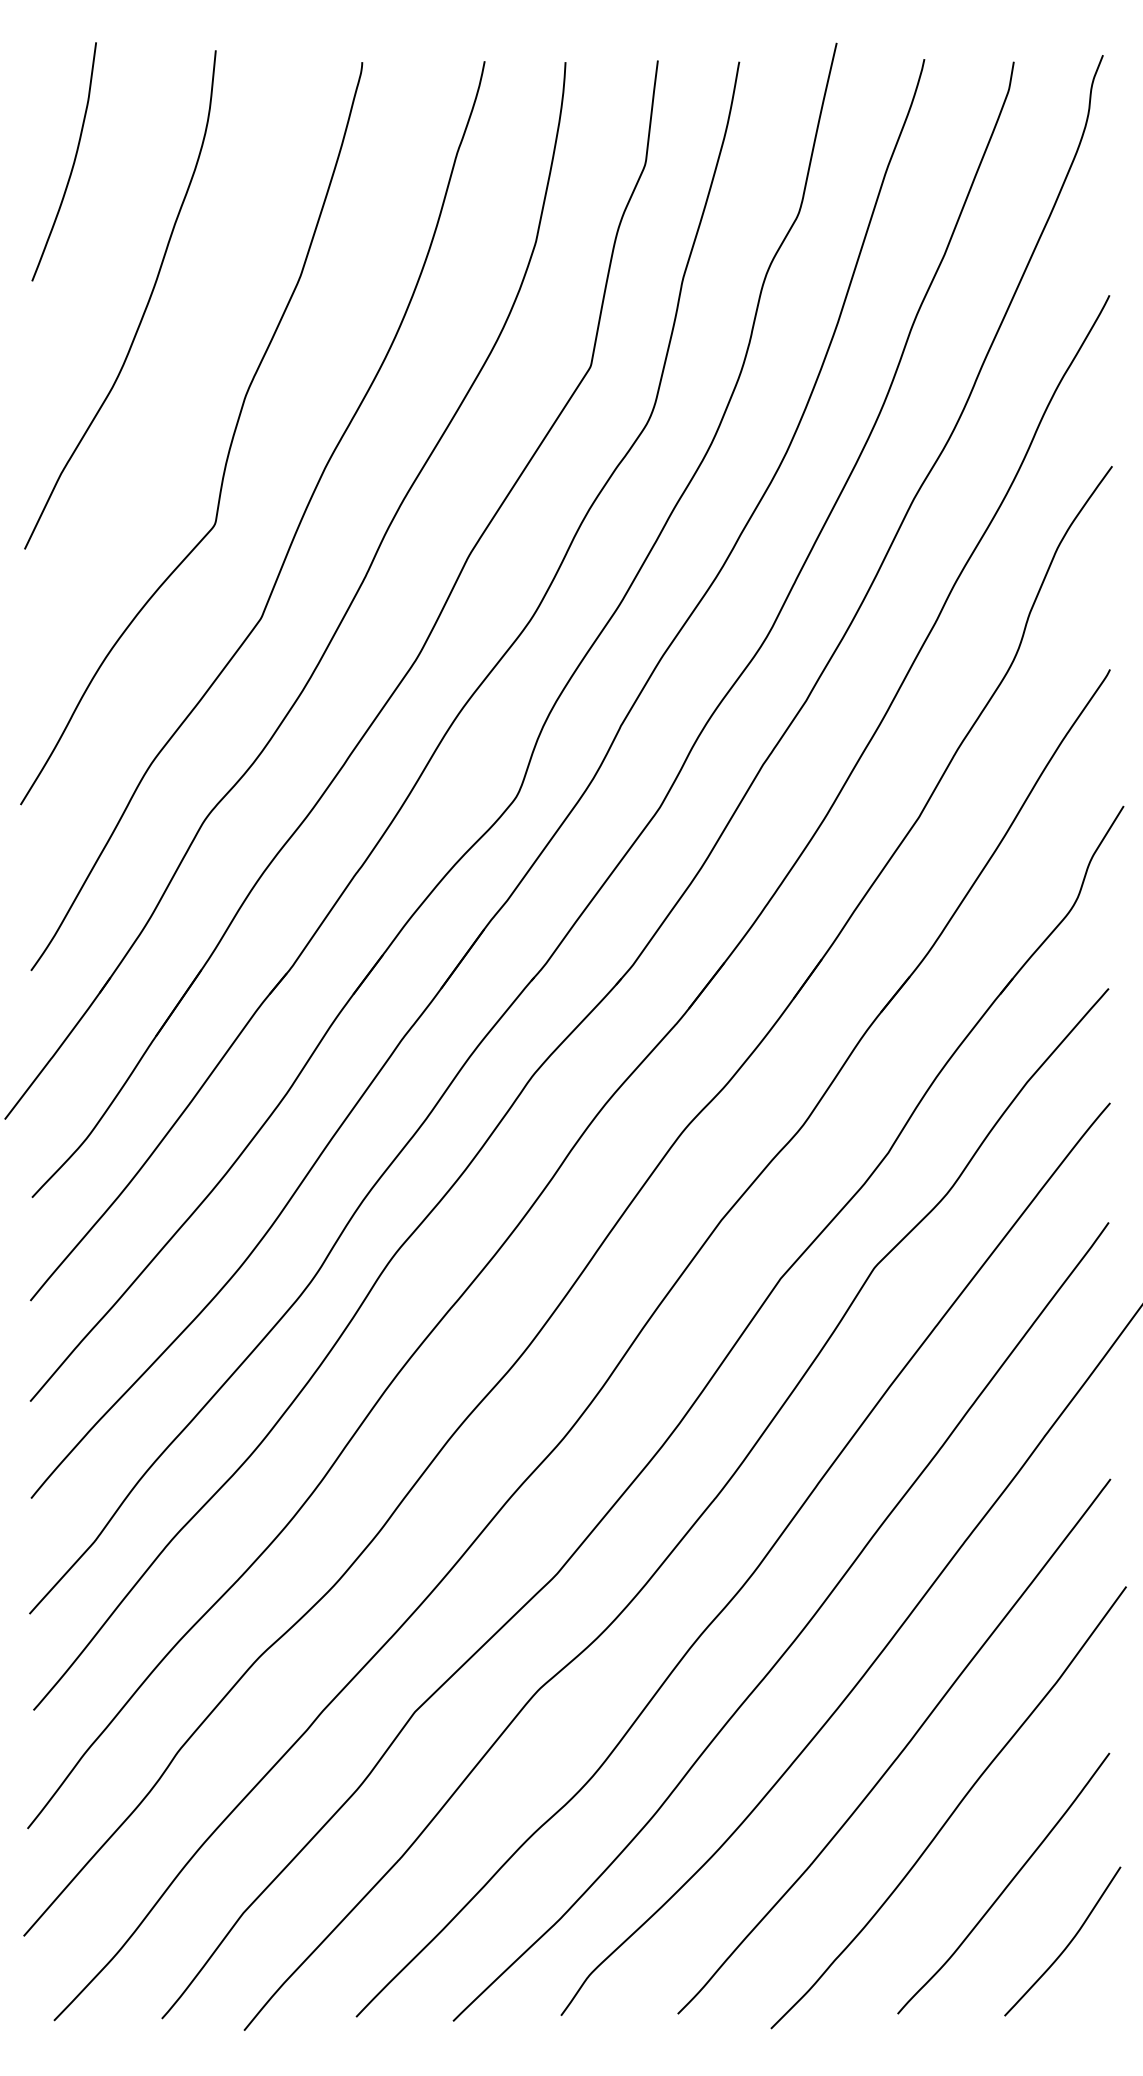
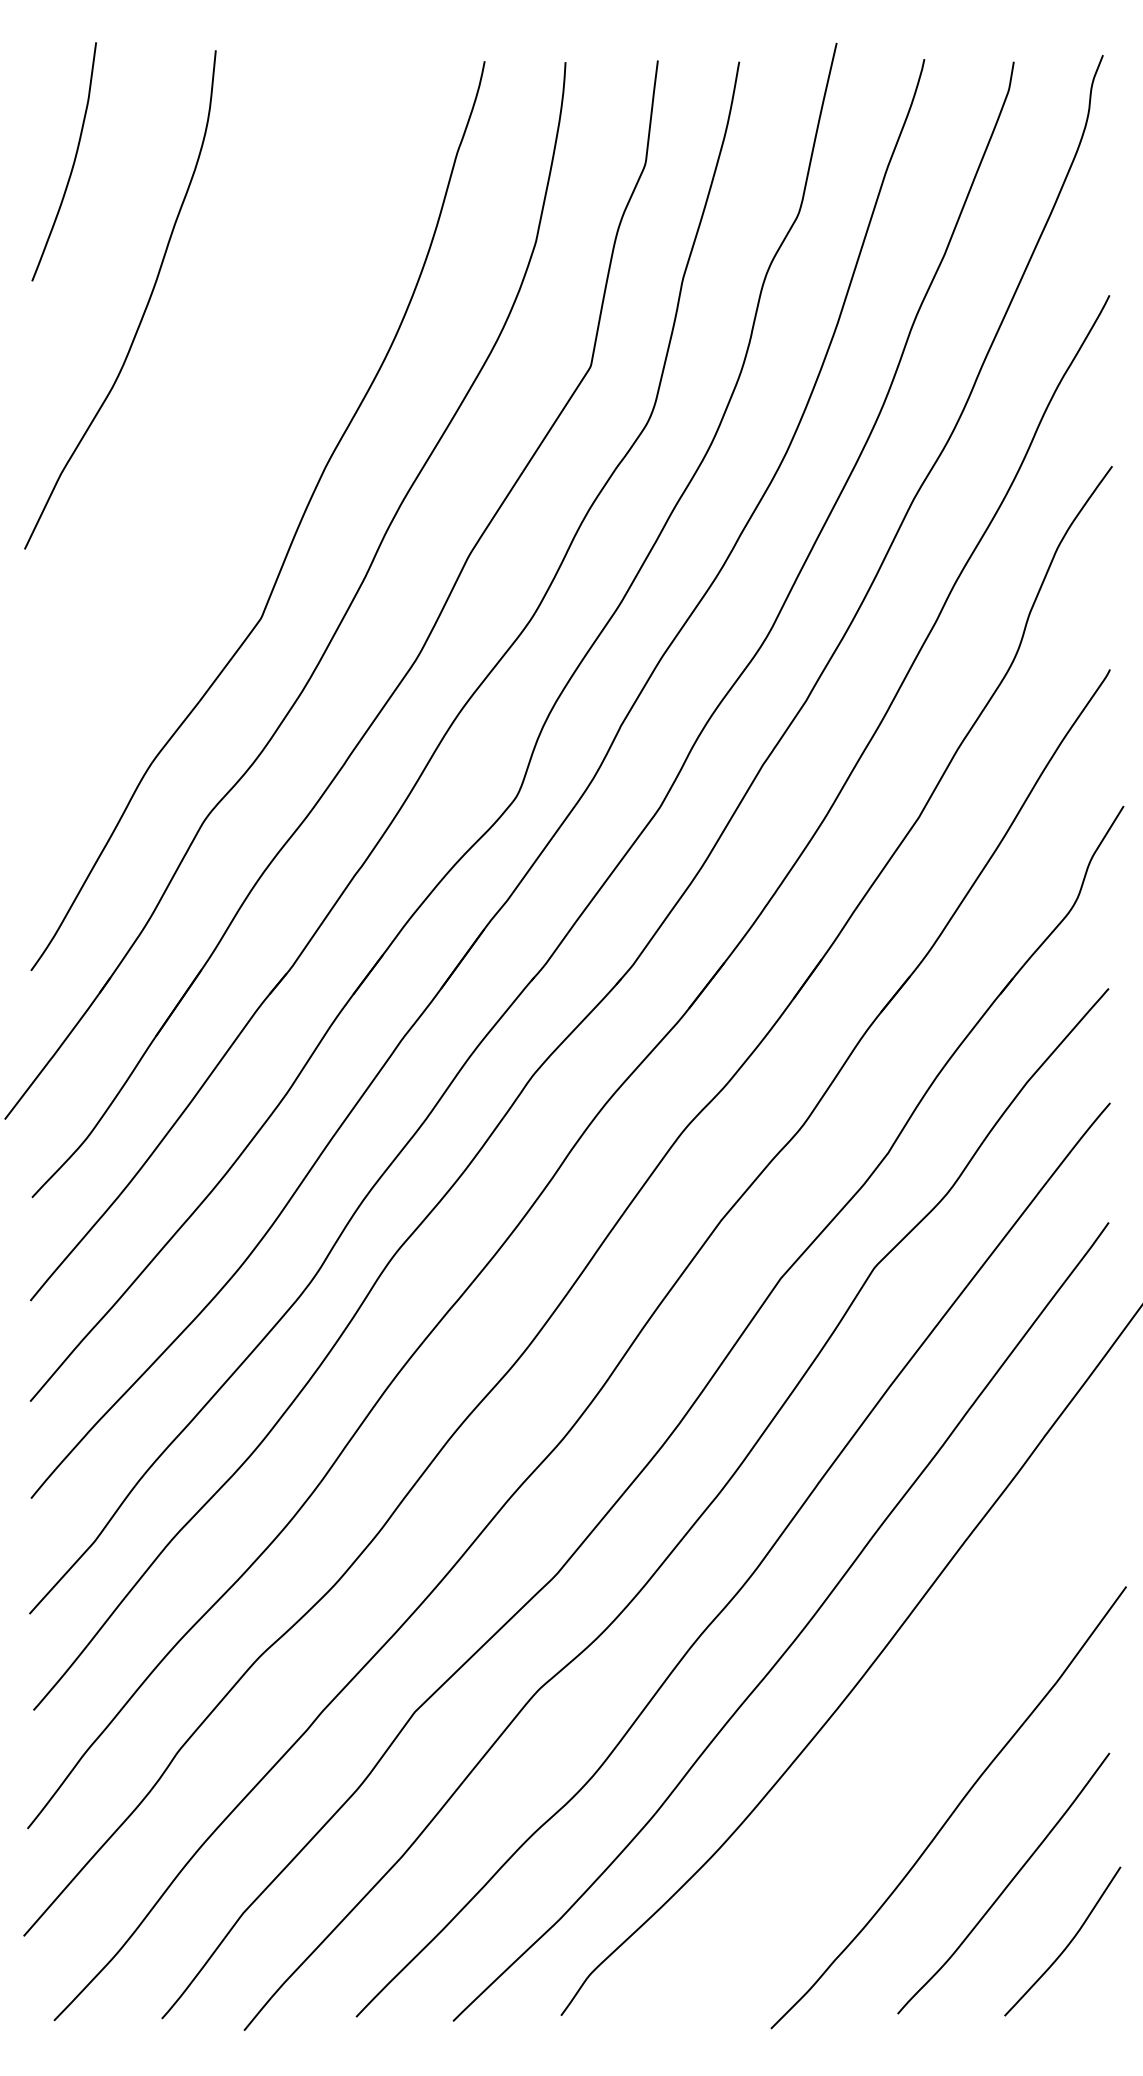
curve at (230, 442): present -> none
curve at (901, 1750): present -> none
